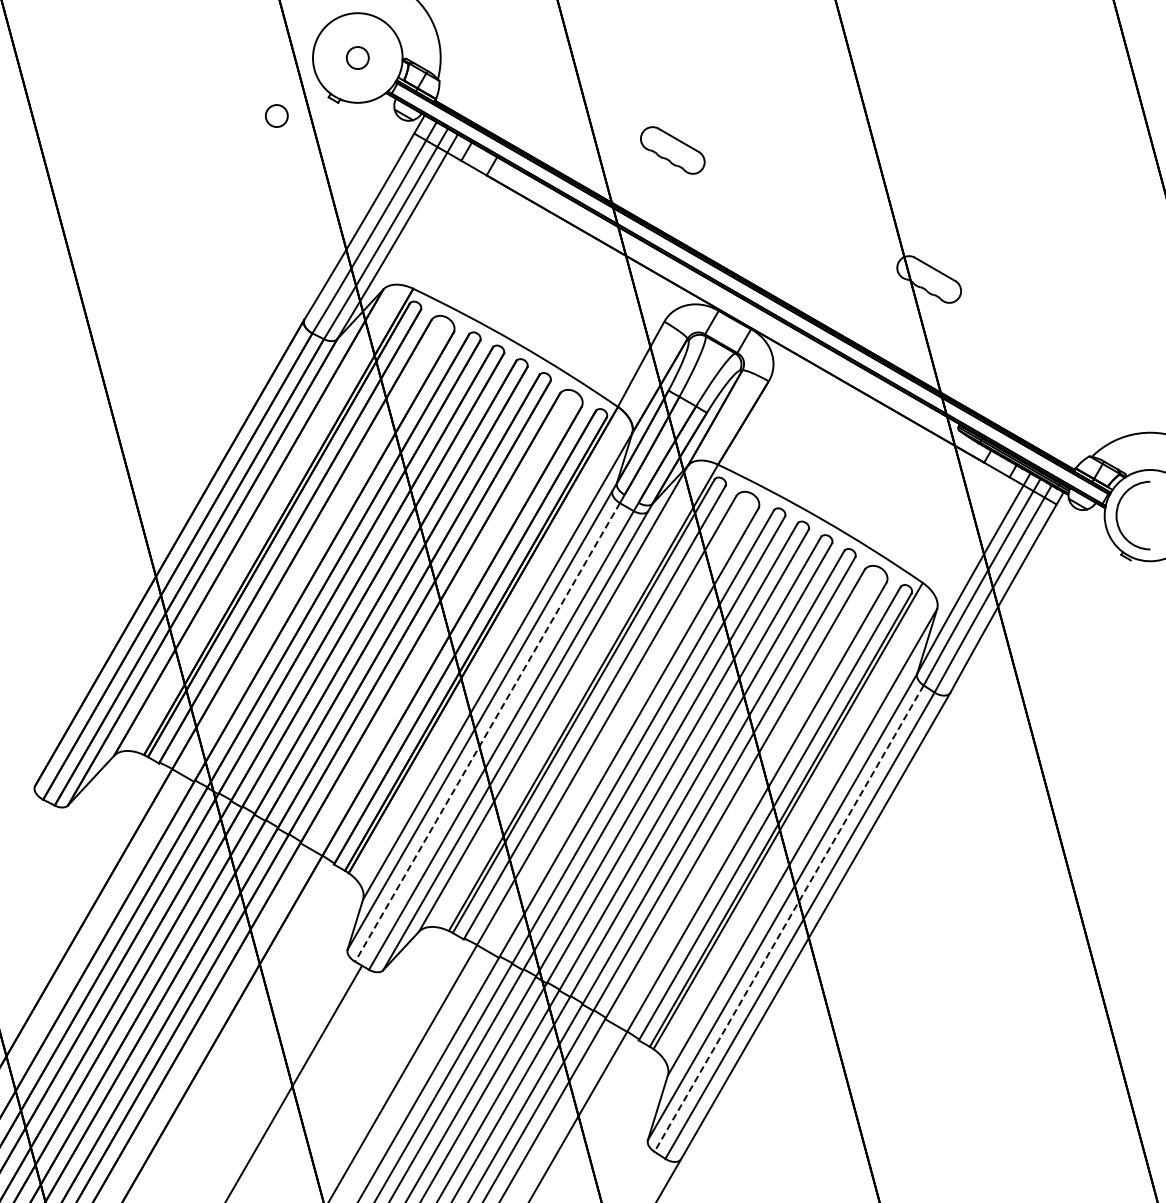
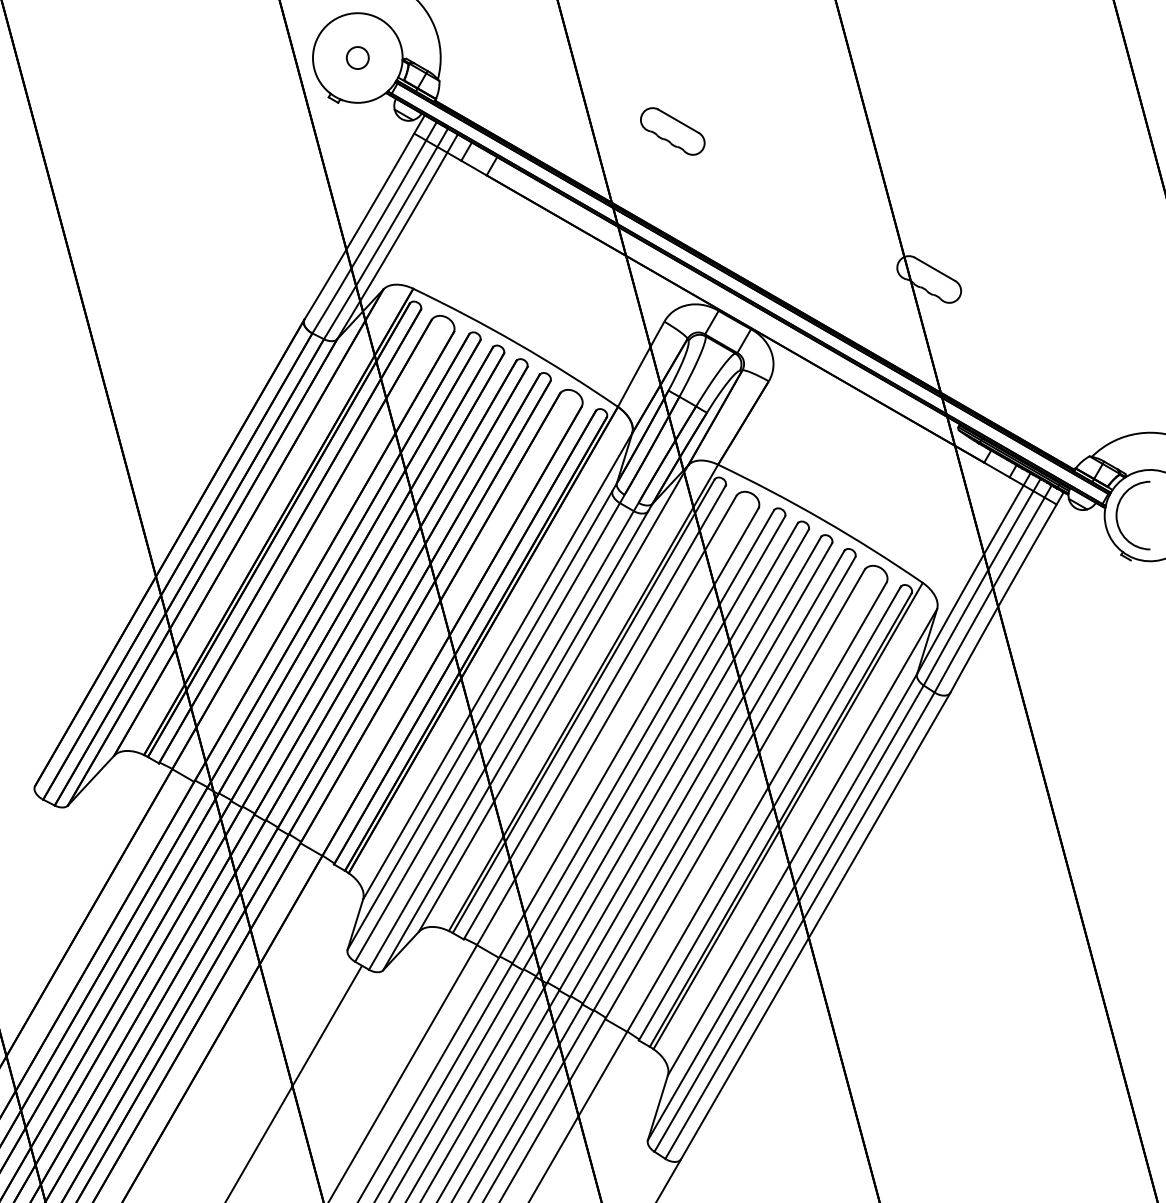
circle at (276, 115): present -> none
part at (672, 150) position: (672, 150) -> (672, 131)
line at (487, 732): dashed -> solid
line at (788, 919): dashed -> solid
